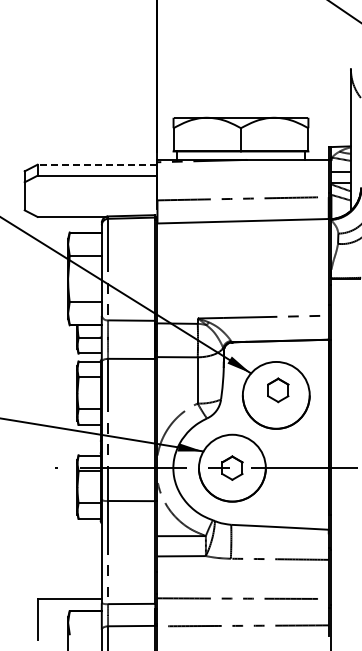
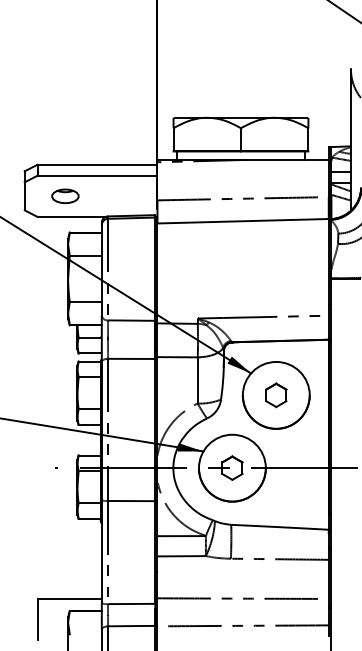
line at (97, 164): dashed -> solid
part at (65, 196): none -> present
part at (278, 390) position: (278, 390) -> (276, 395)
